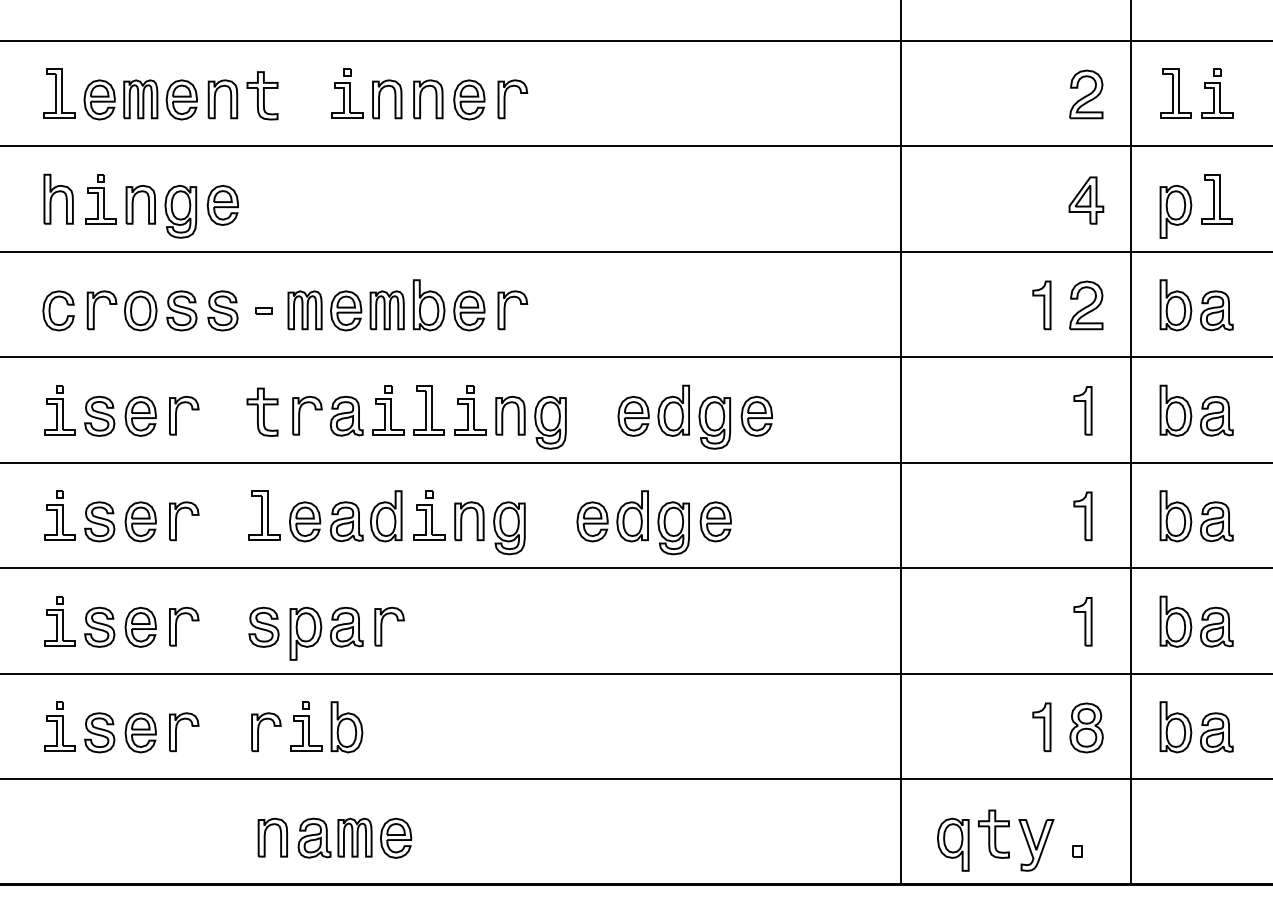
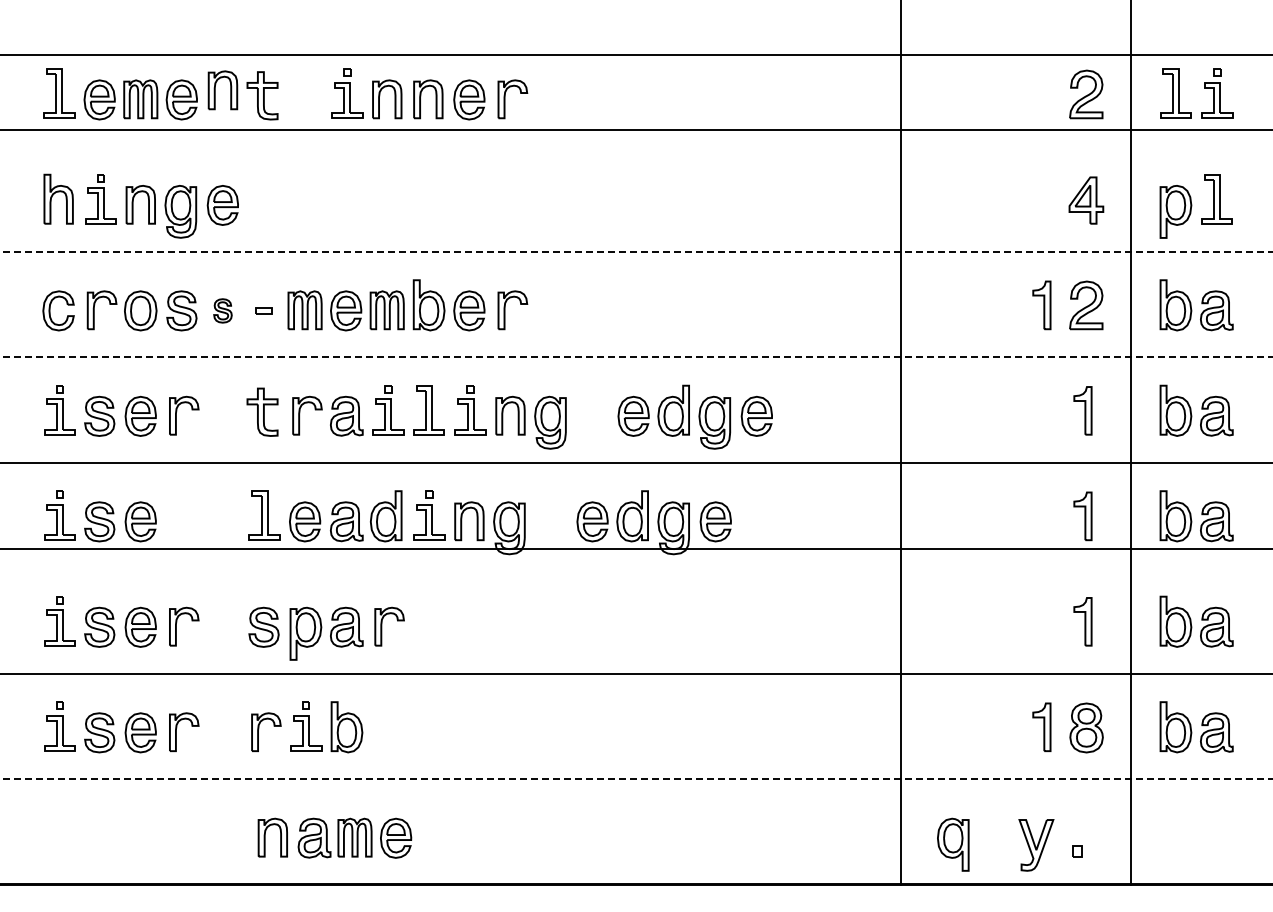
line at (635, 40) position: (635, 40) -> (635, 54)
part at (215, 99) position: (215, 99) -> (215, 90)
line at (635, 146) position: (635, 146) -> (635, 130)
line at (636, 251): solid -> dashed
part at (222, 310) size: 32x42 px -> 20x26 px
line at (636, 357): solid -> dashed
part at (176, 521): present -> none
line at (635, 568) position: (635, 568) -> (635, 549)
line at (636, 779): solid -> dashed
part at (993, 833): present -> none
